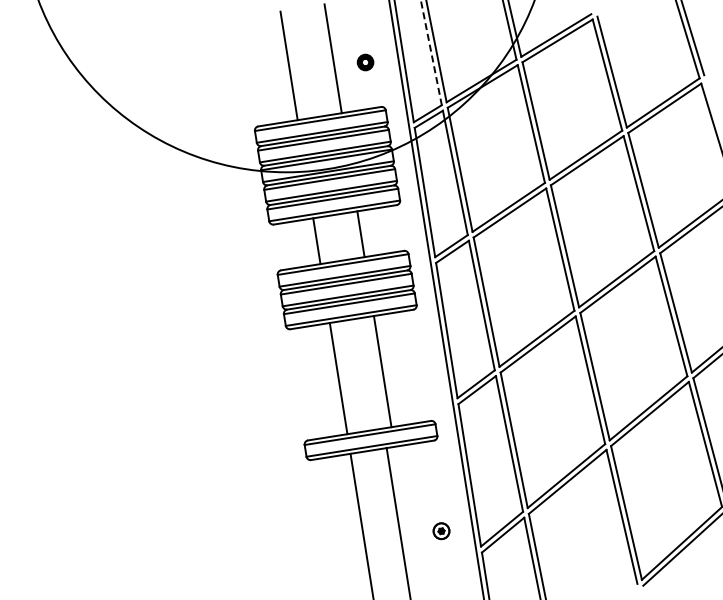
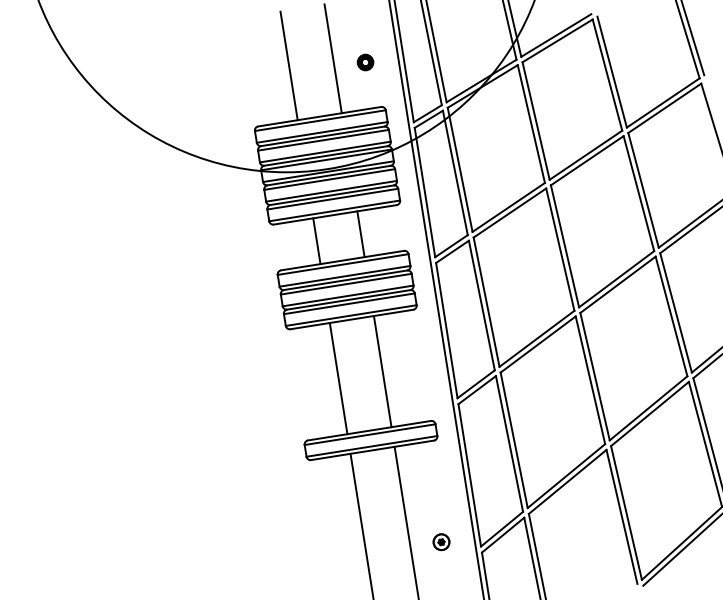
line at (431, 53): dashed -> solid
line at (398, 521) position: (398, 521) -> (406, 521)
part at (441, 531) position: (441, 531) -> (441, 542)
